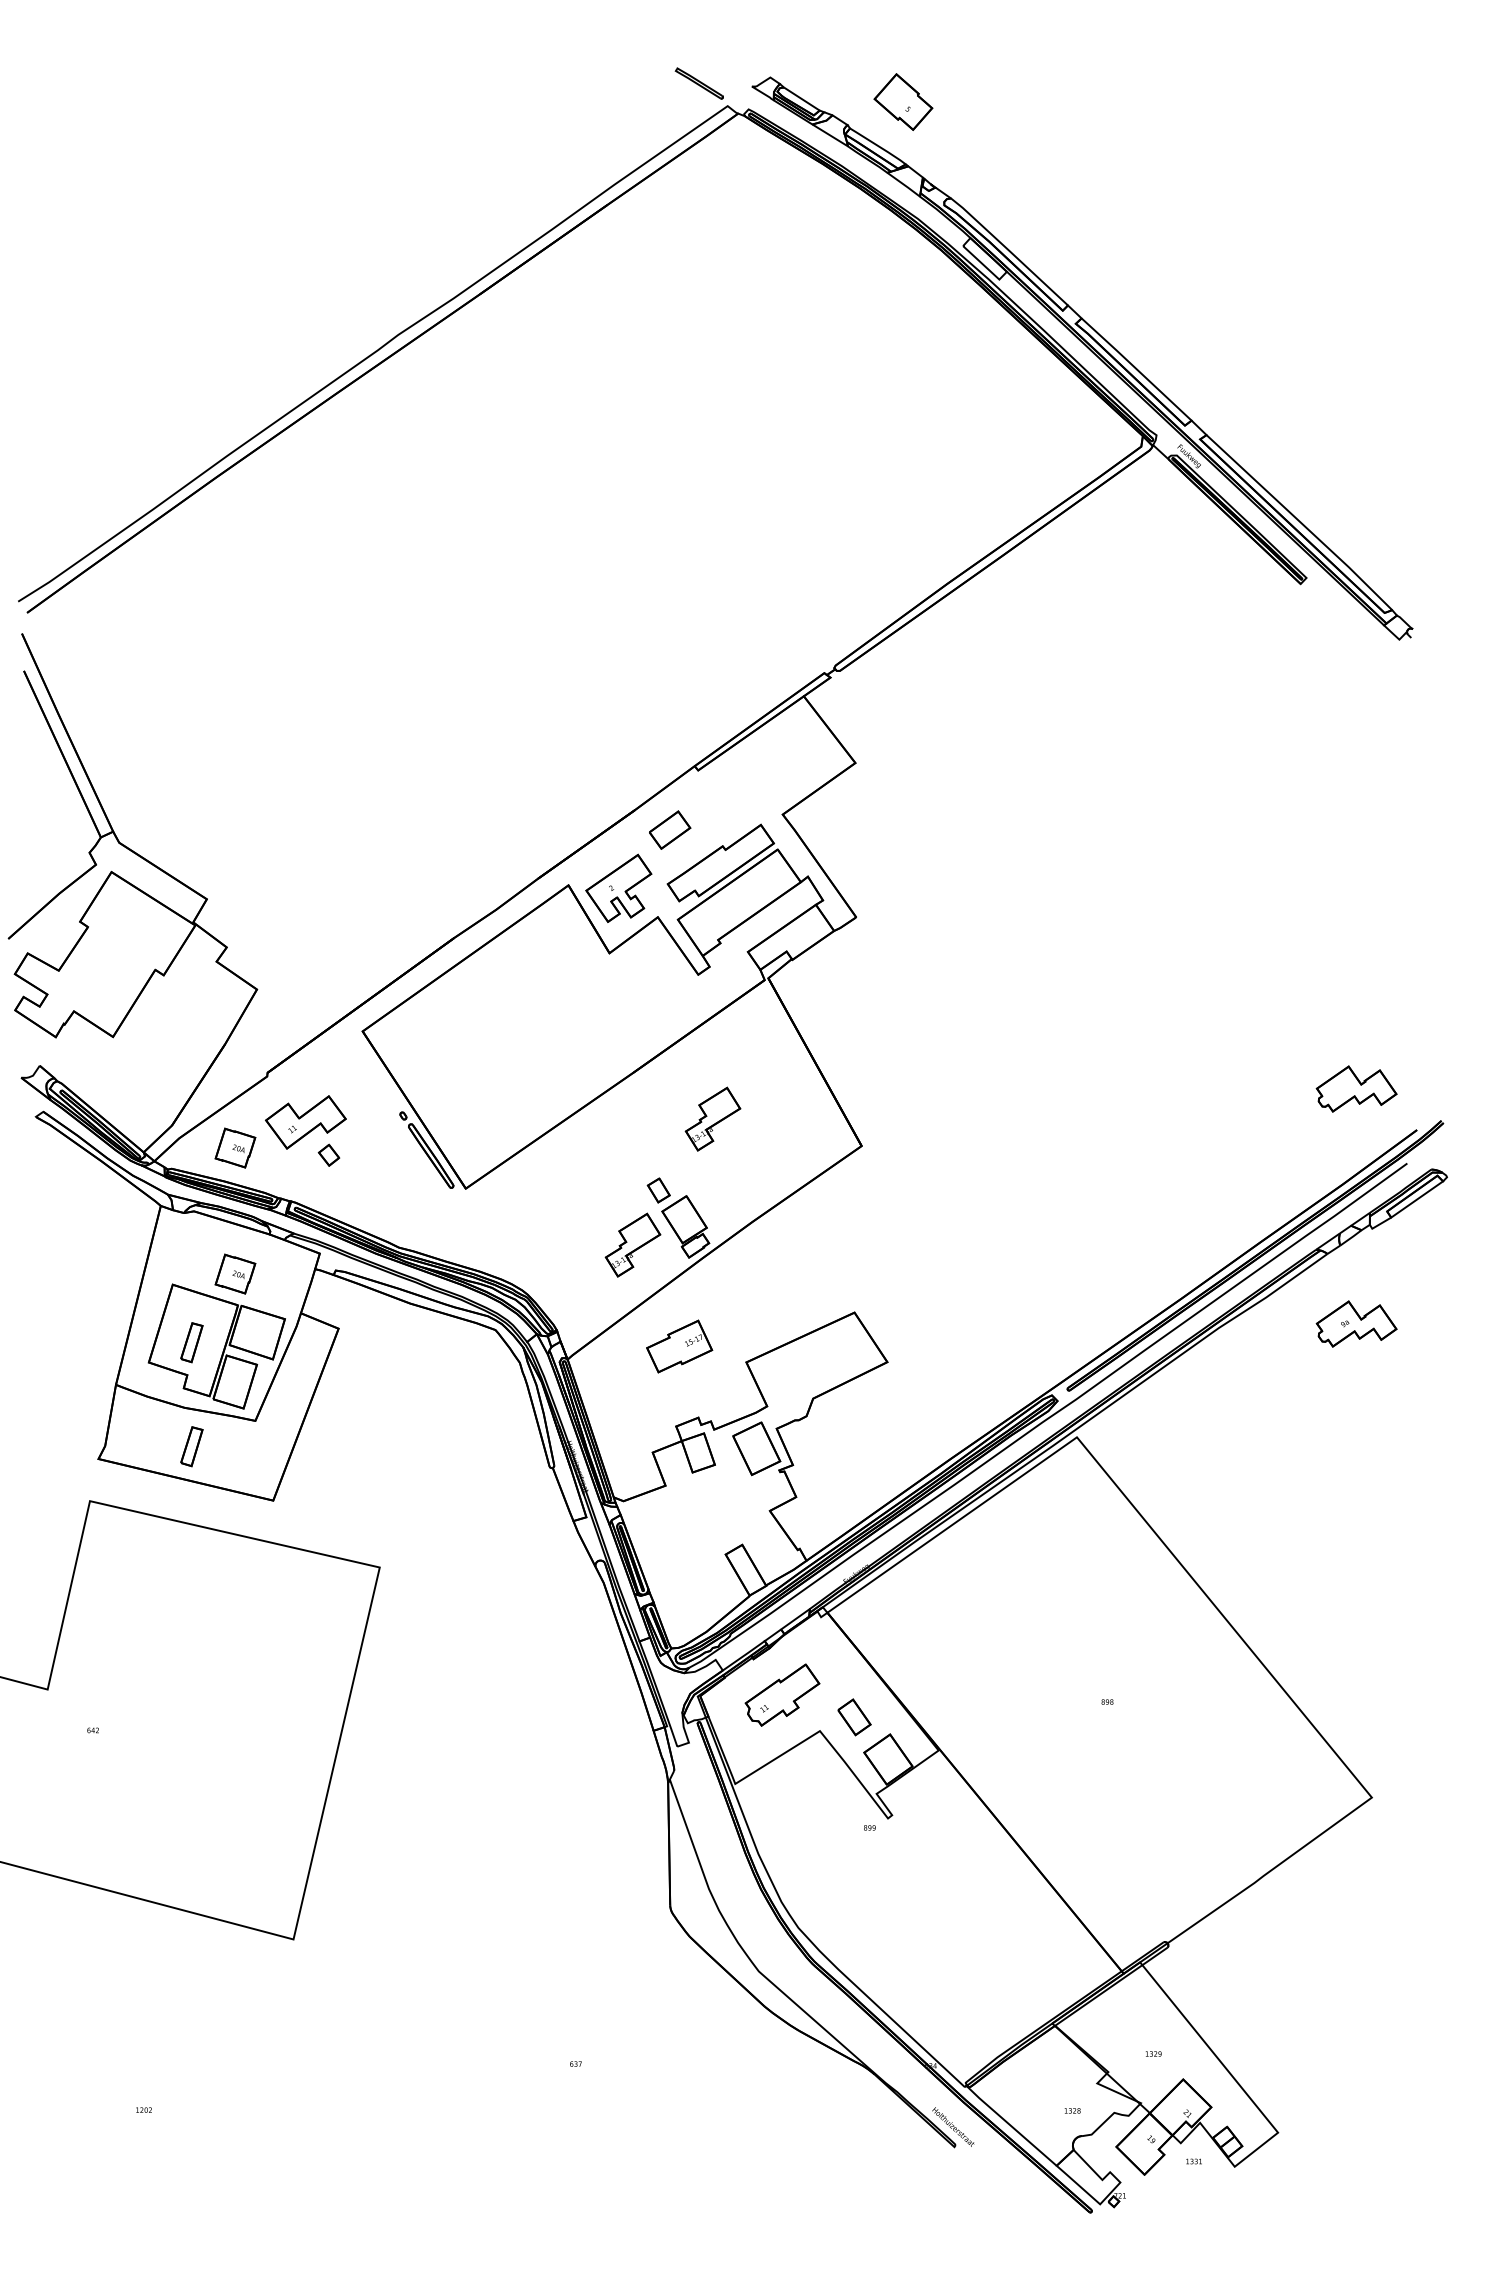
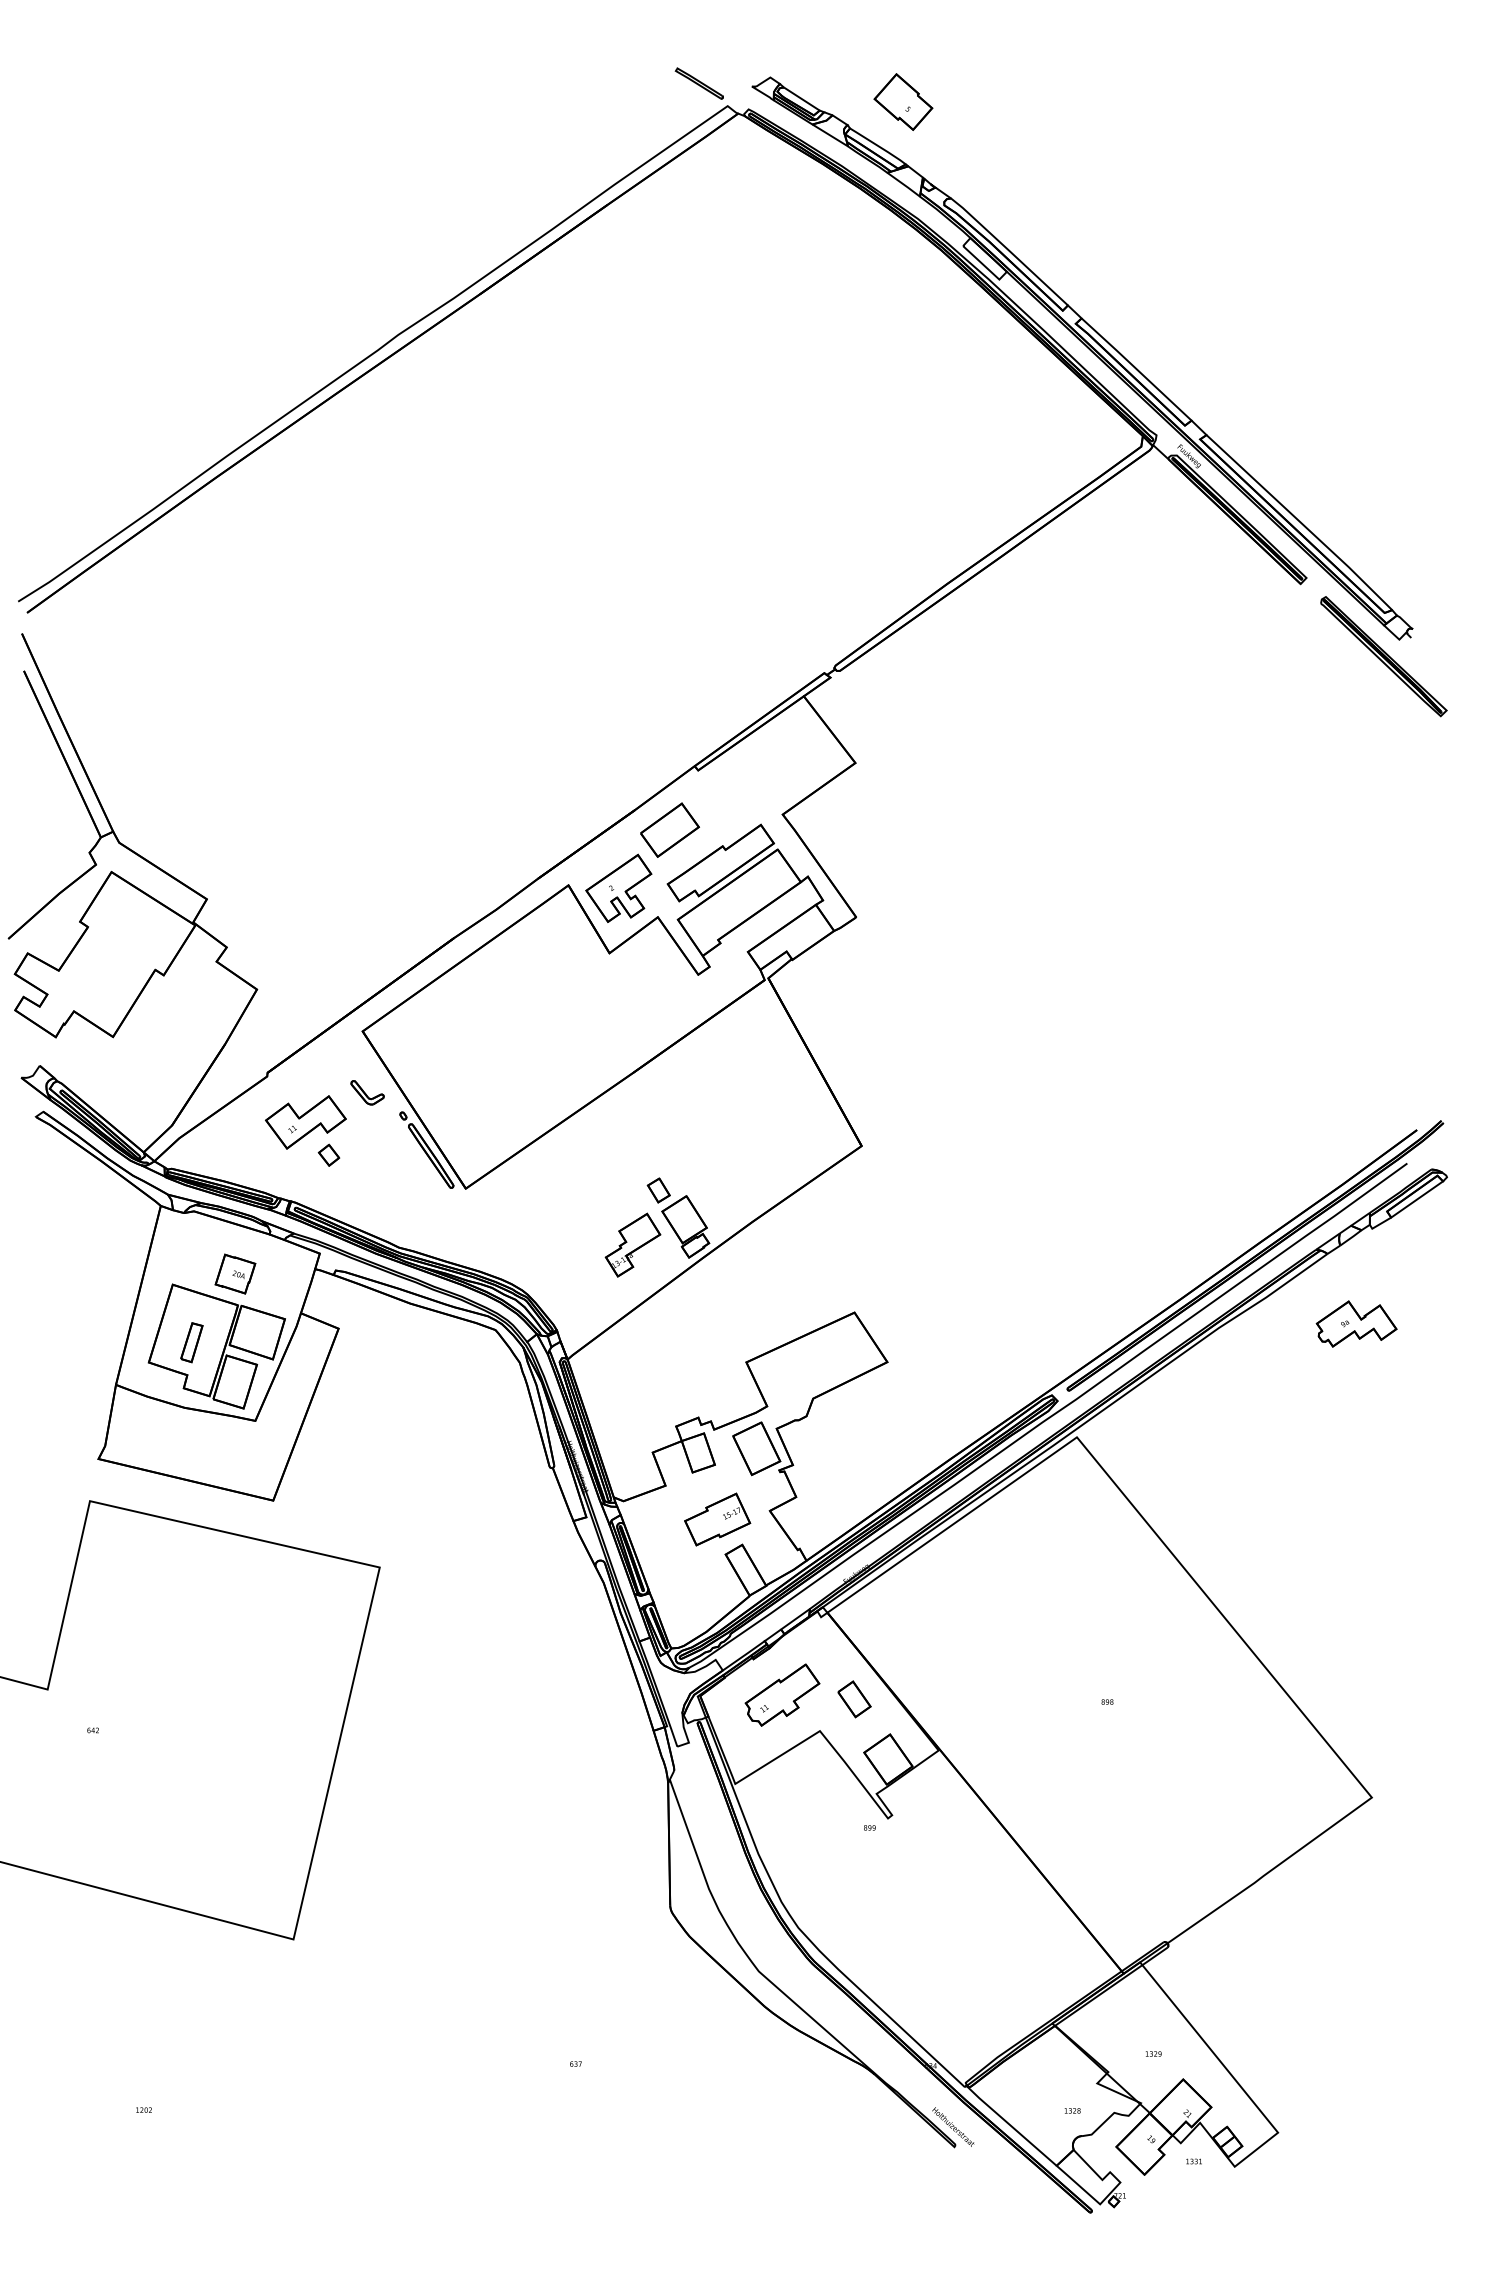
part at (1383, 656): none -> present
part at (670, 829) size: 43x40 px -> 60x56 px
part at (1356, 1088): present -> none
part at (367, 1092): none -> present
part at (712, 1118): present -> none
part at (235, 1147): present -> none
part at (679, 1346) position: (679, 1346) -> (717, 1519)
part at (191, 1446): present -> none
part at (854, 1717) position: (854, 1717) -> (854, 1699)
